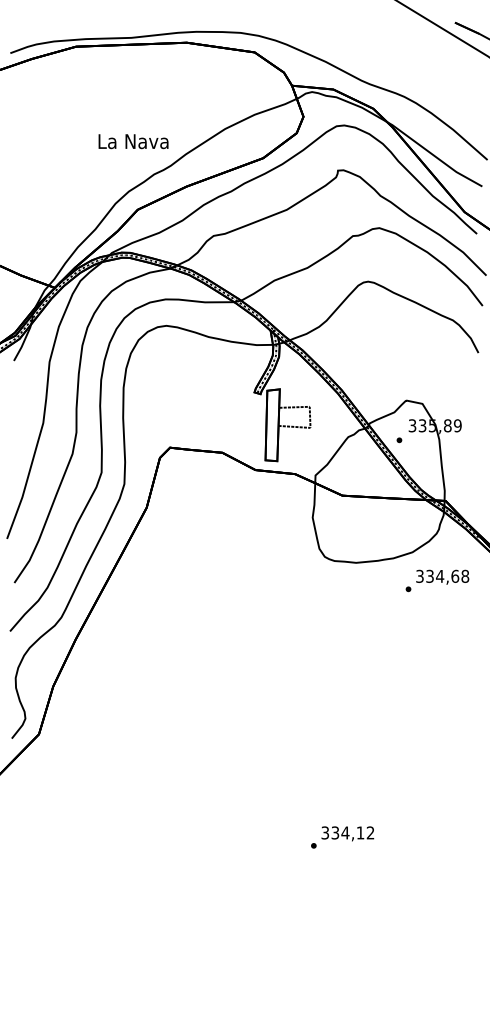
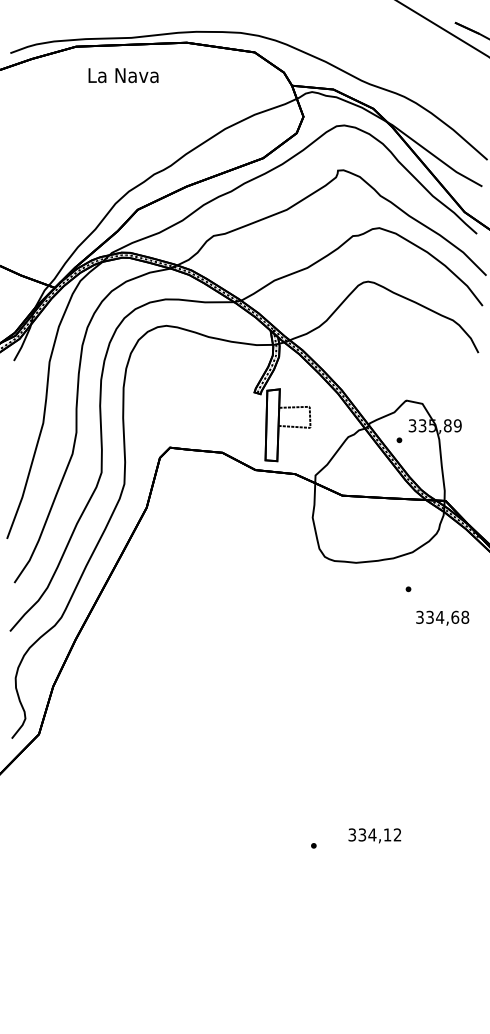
text at (133, 141) position: (133, 141) -> (123, 75)
text at (442, 576) position: (442, 576) -> (442, 617)
text at (347, 833) position: (347, 833) -> (374, 835)
